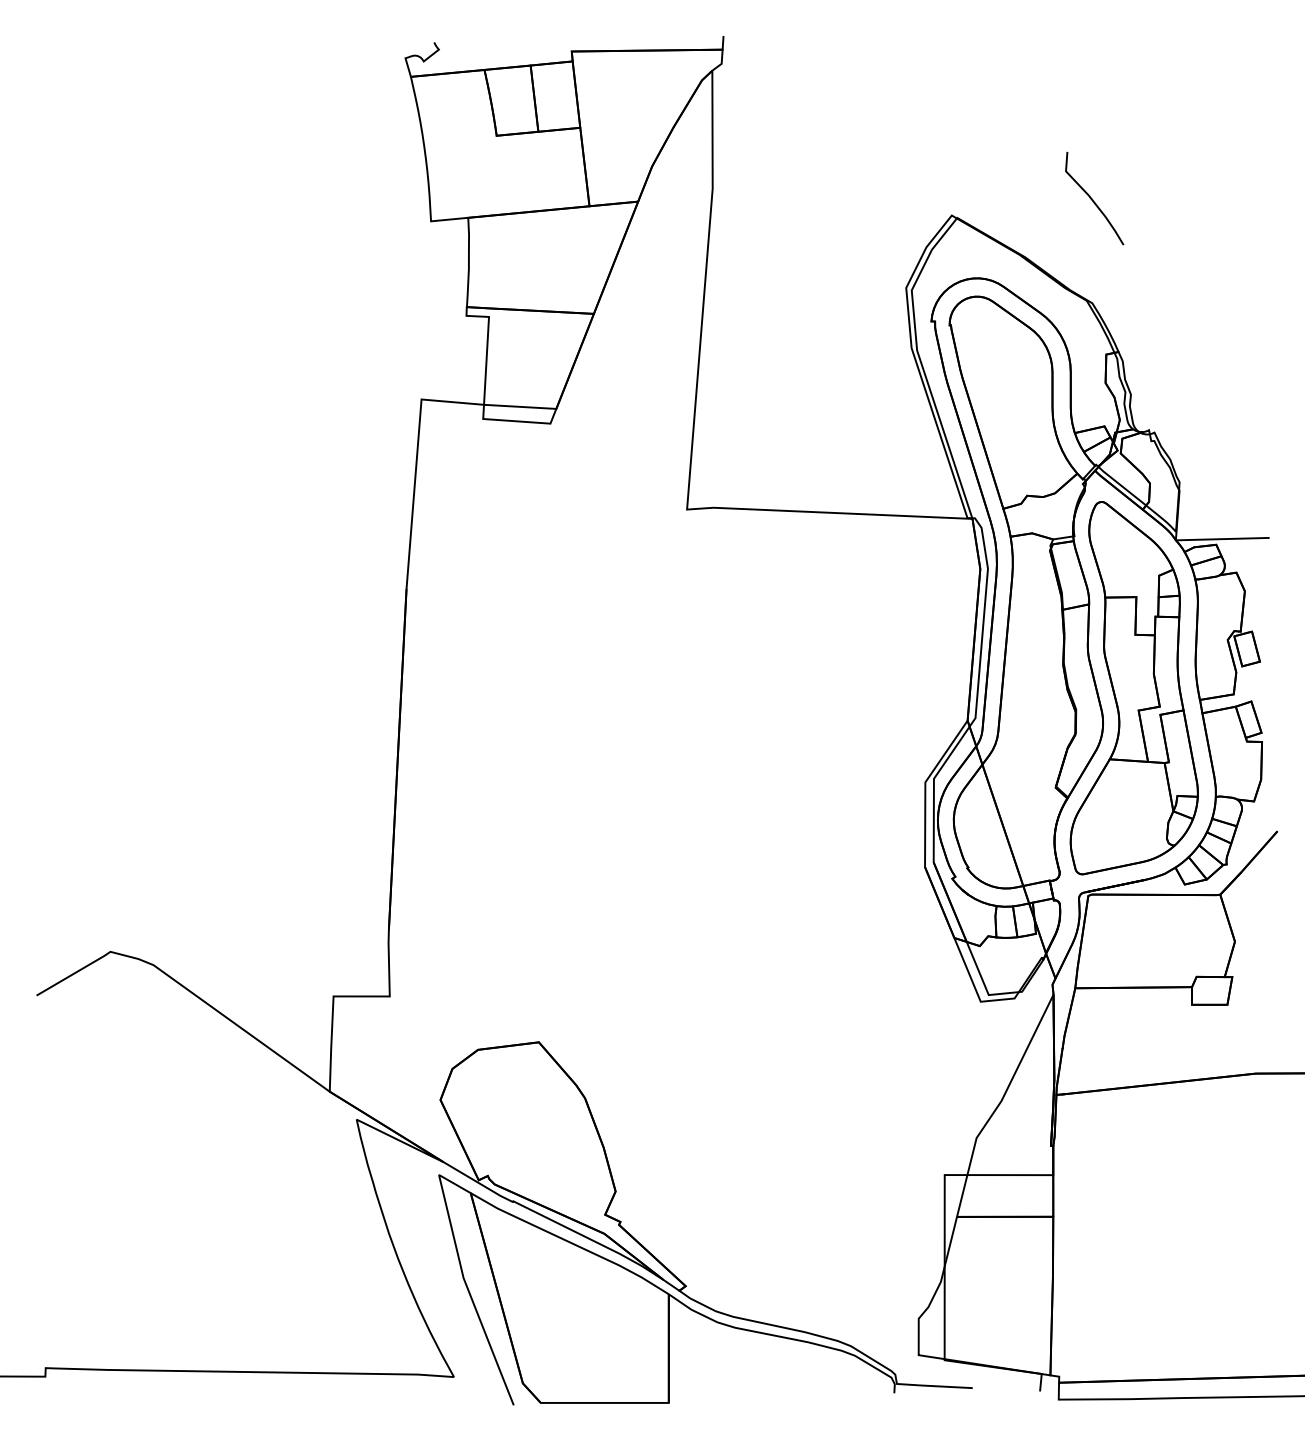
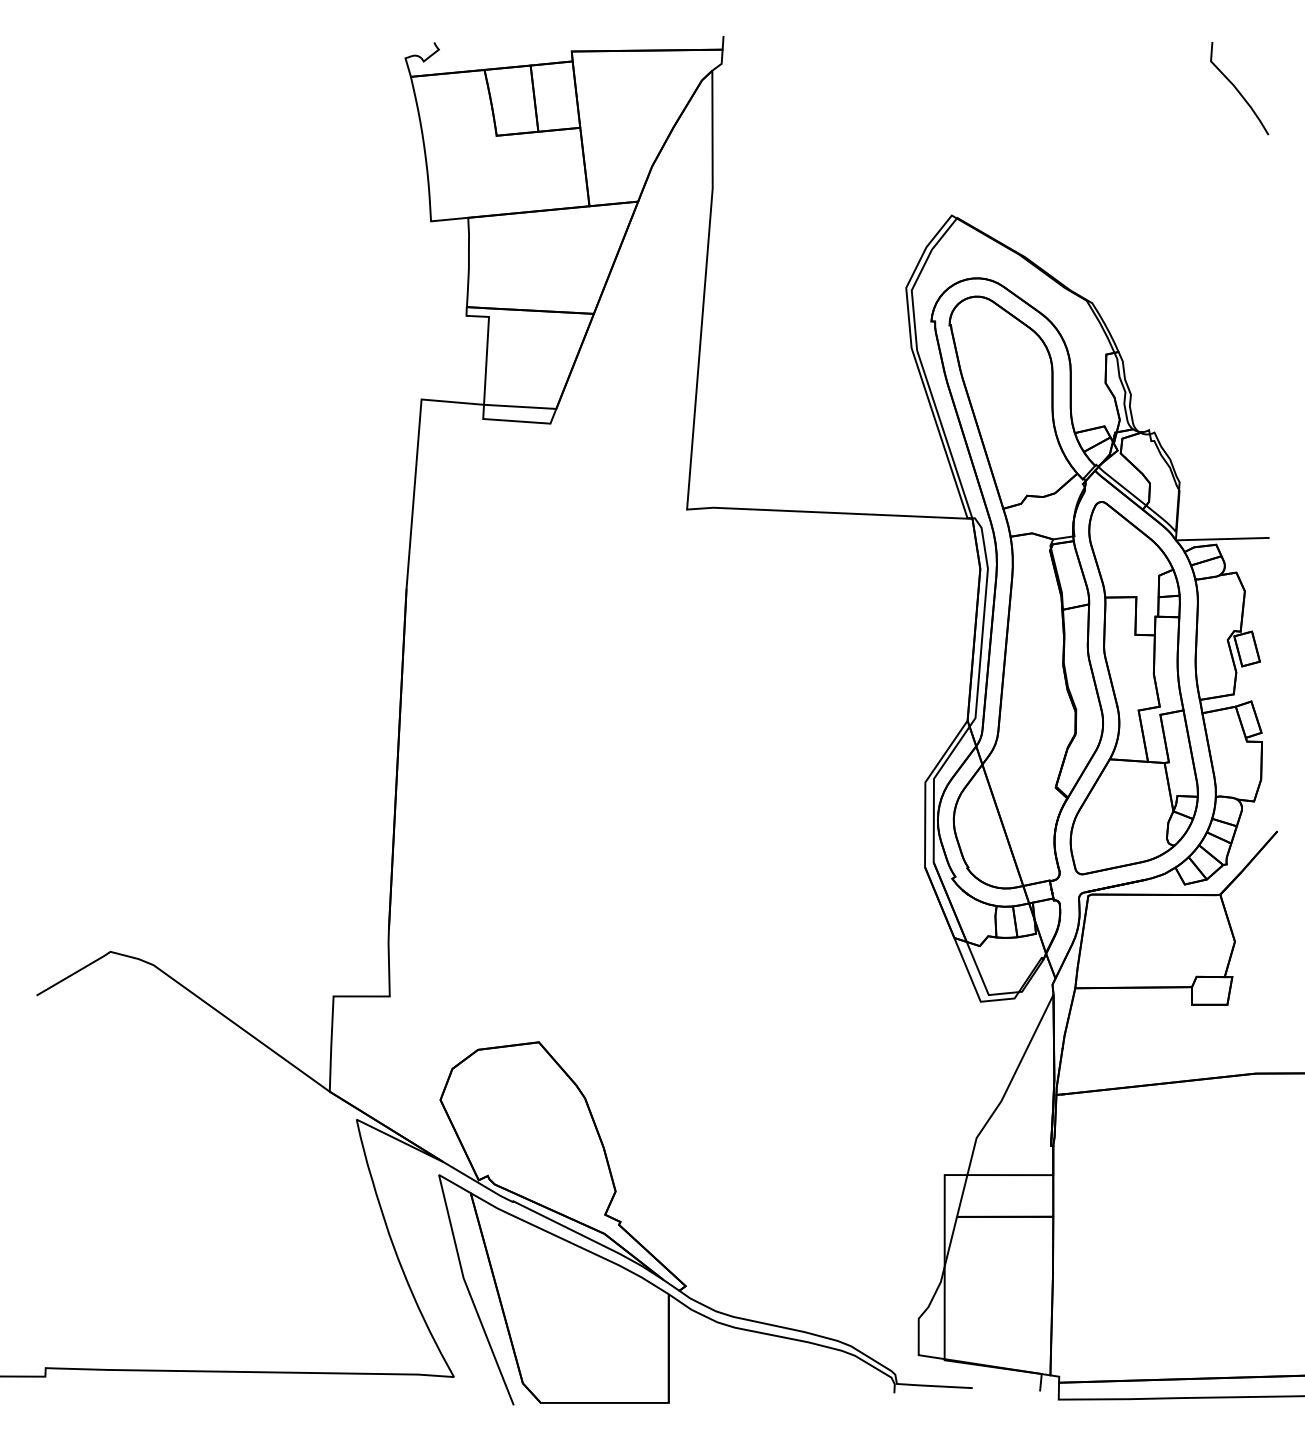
curve at (1093, 199) position: (1093, 199) -> (1238, 89)
